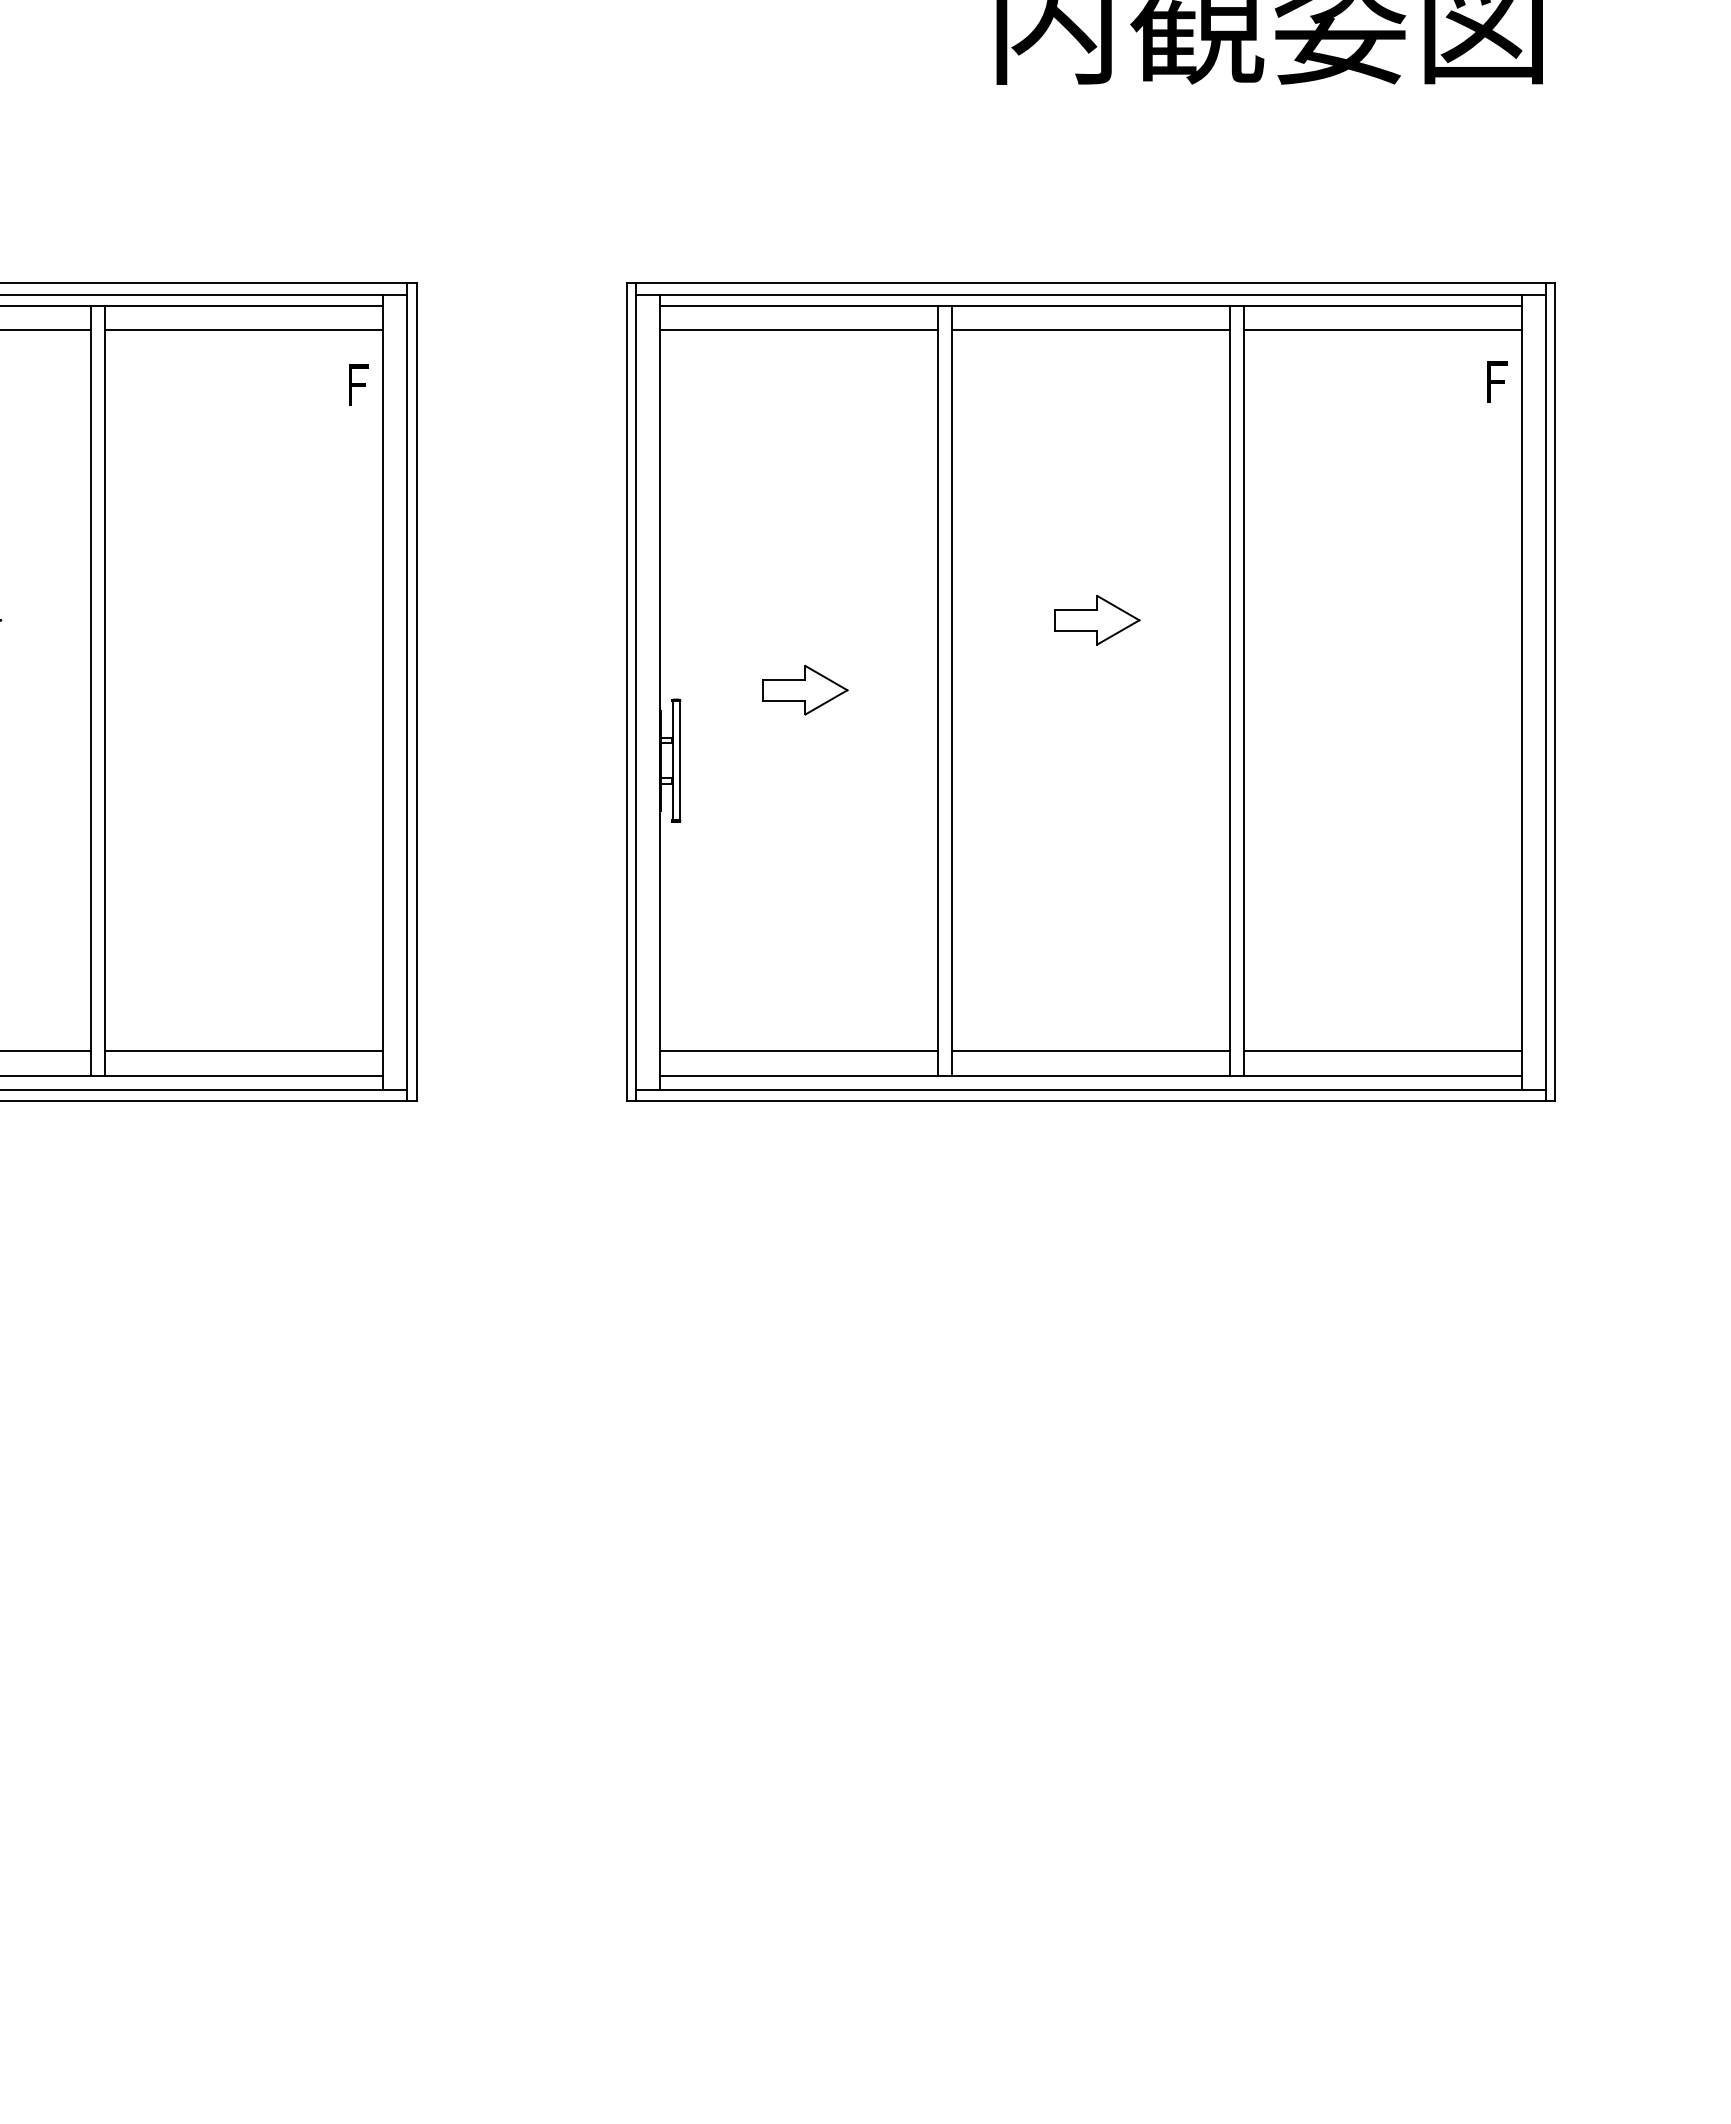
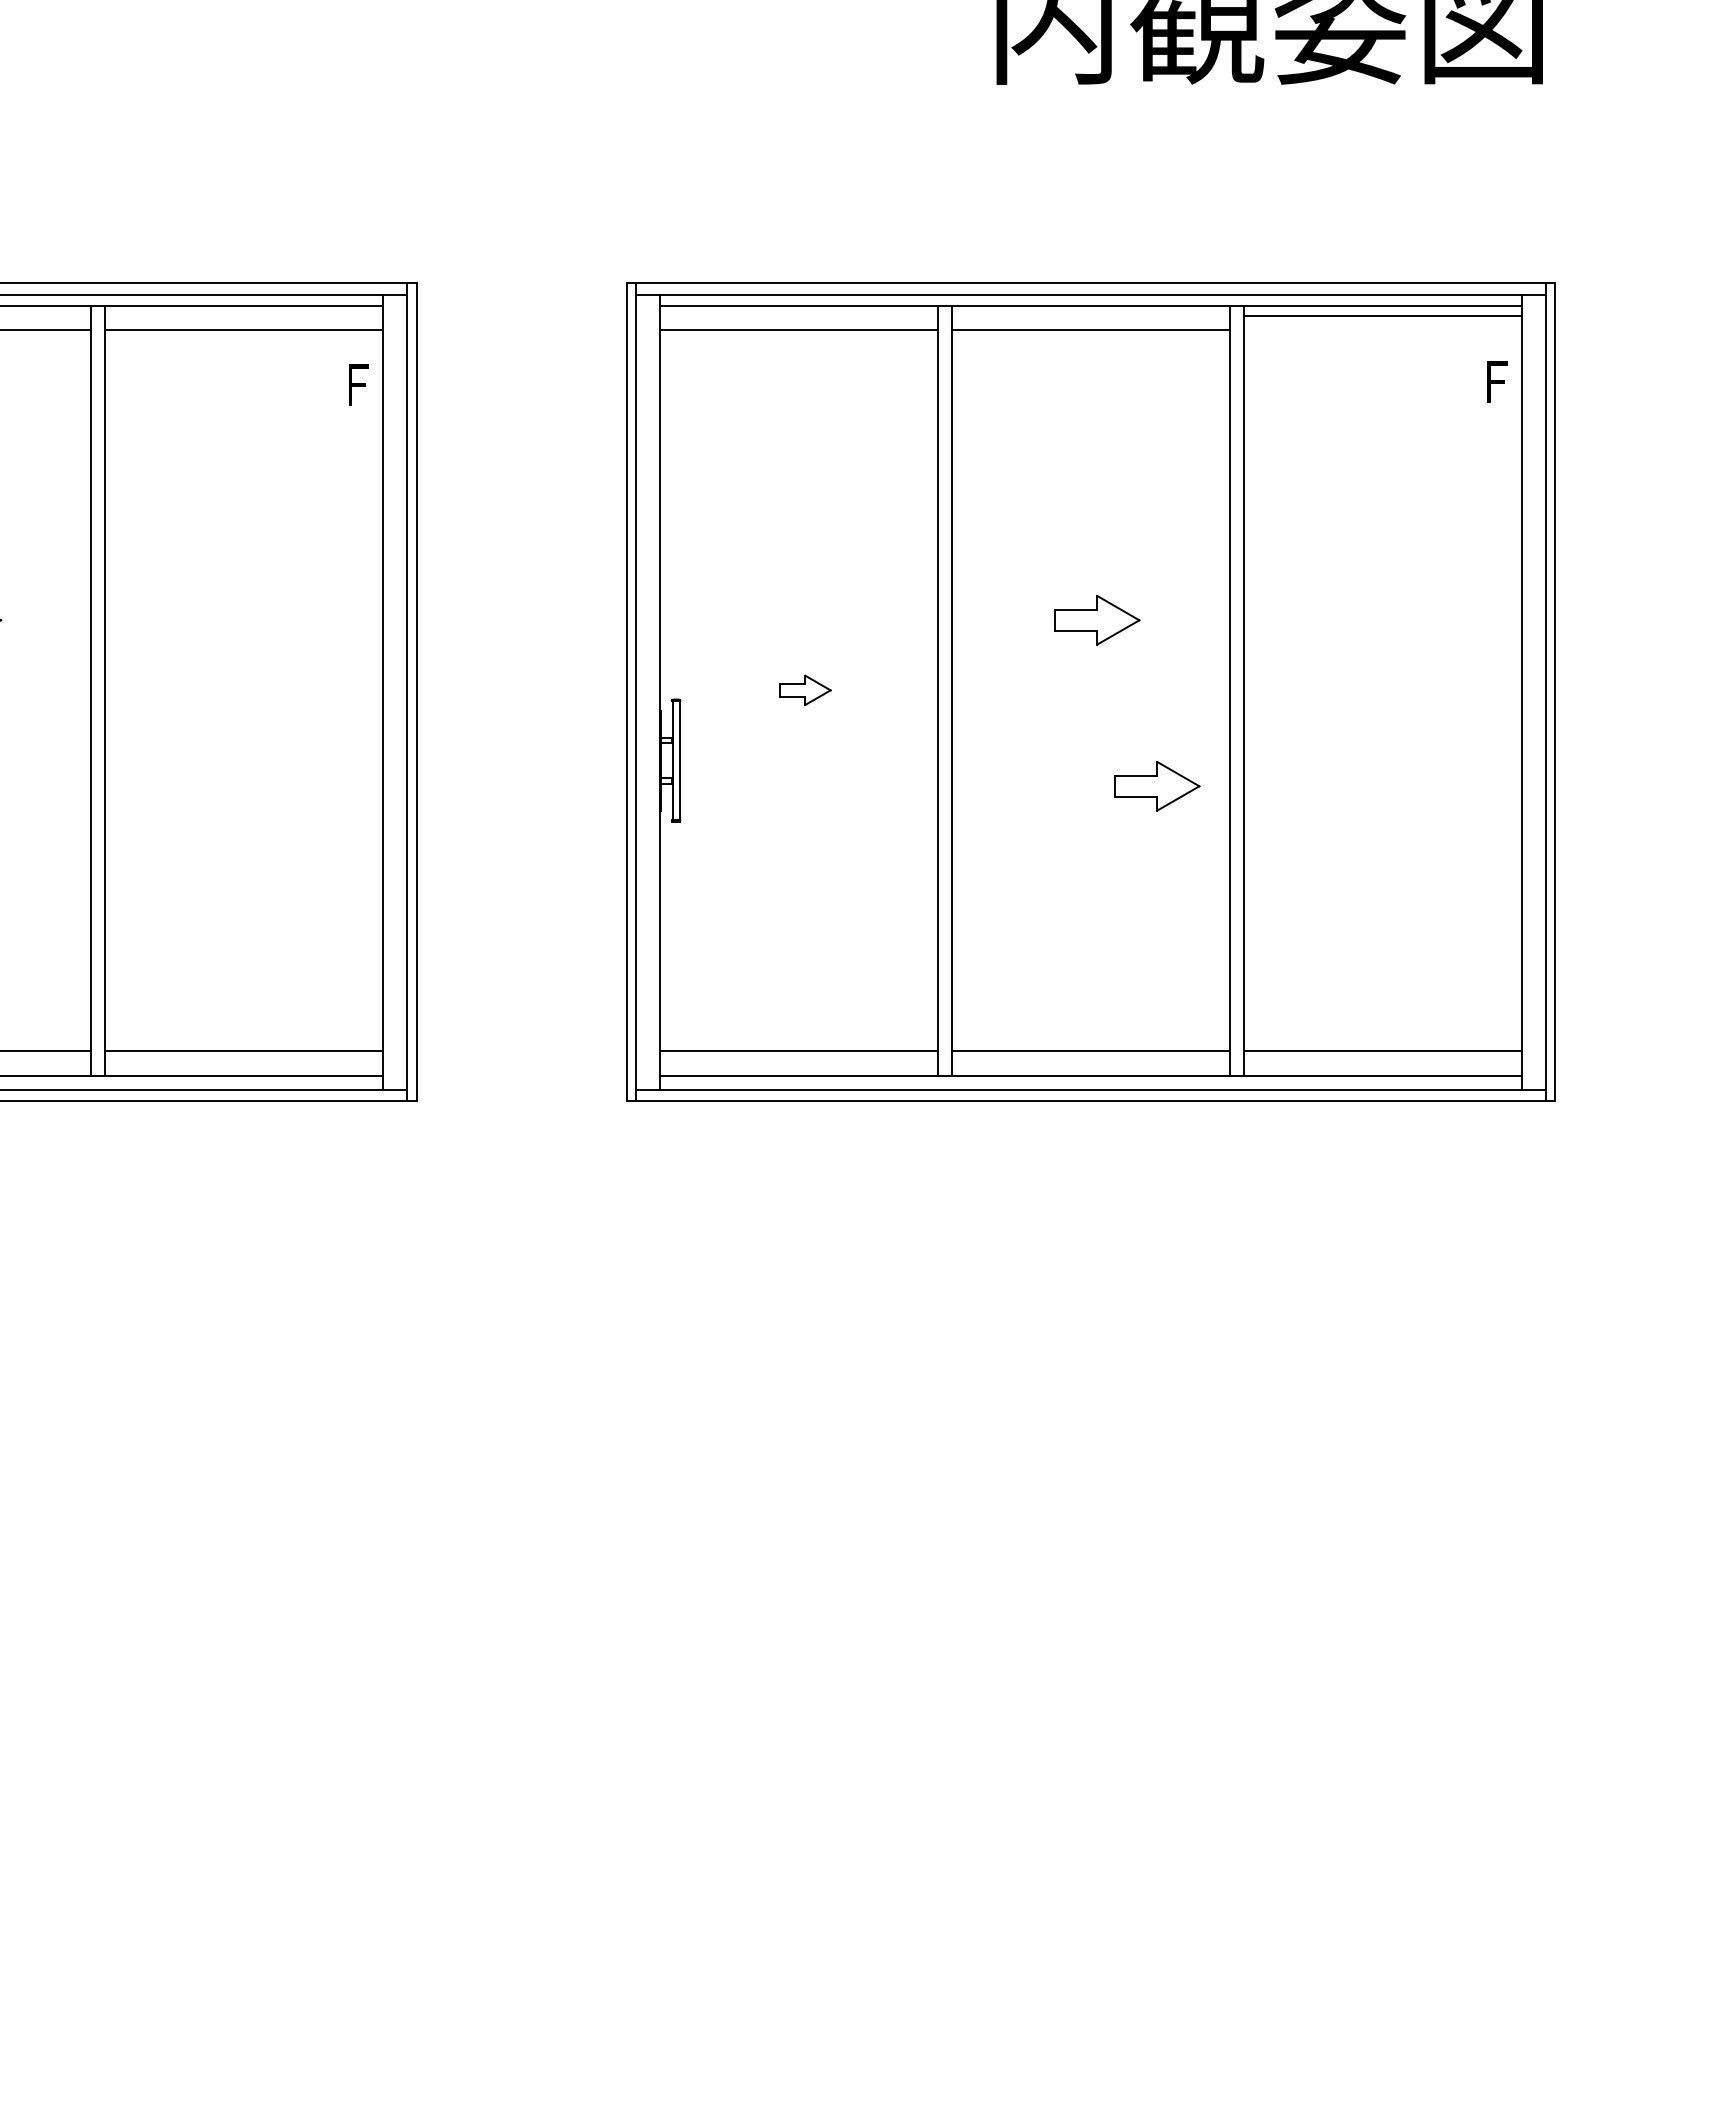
line at (1382, 329) position: (1382, 329) -> (1382, 315)
part at (805, 690) size: 87x51 px -> 53x32 px
part at (1157, 786): none -> present
